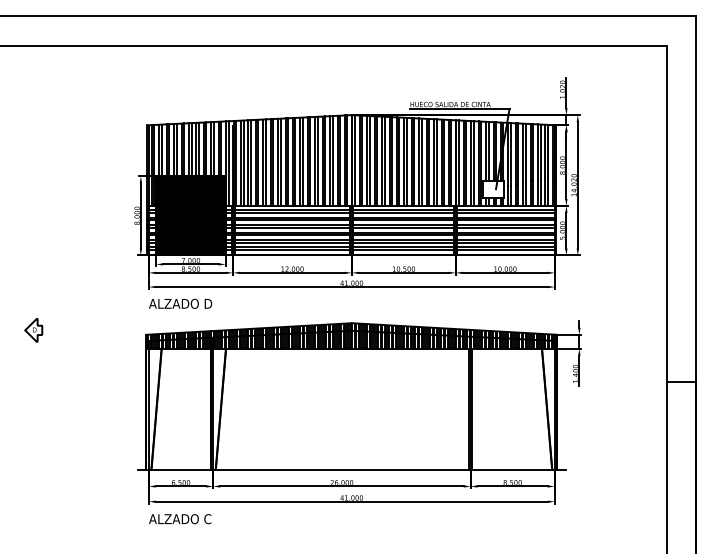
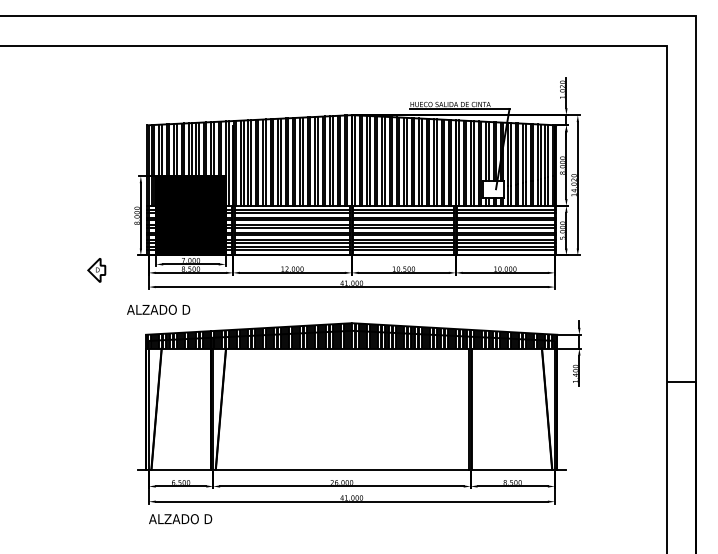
text at (180, 303) position: (180, 303) -> (158, 309)
part at (33, 330) position: (33, 330) -> (96, 270)
text at (208, 519): ALZADO C -> ALZADO D
